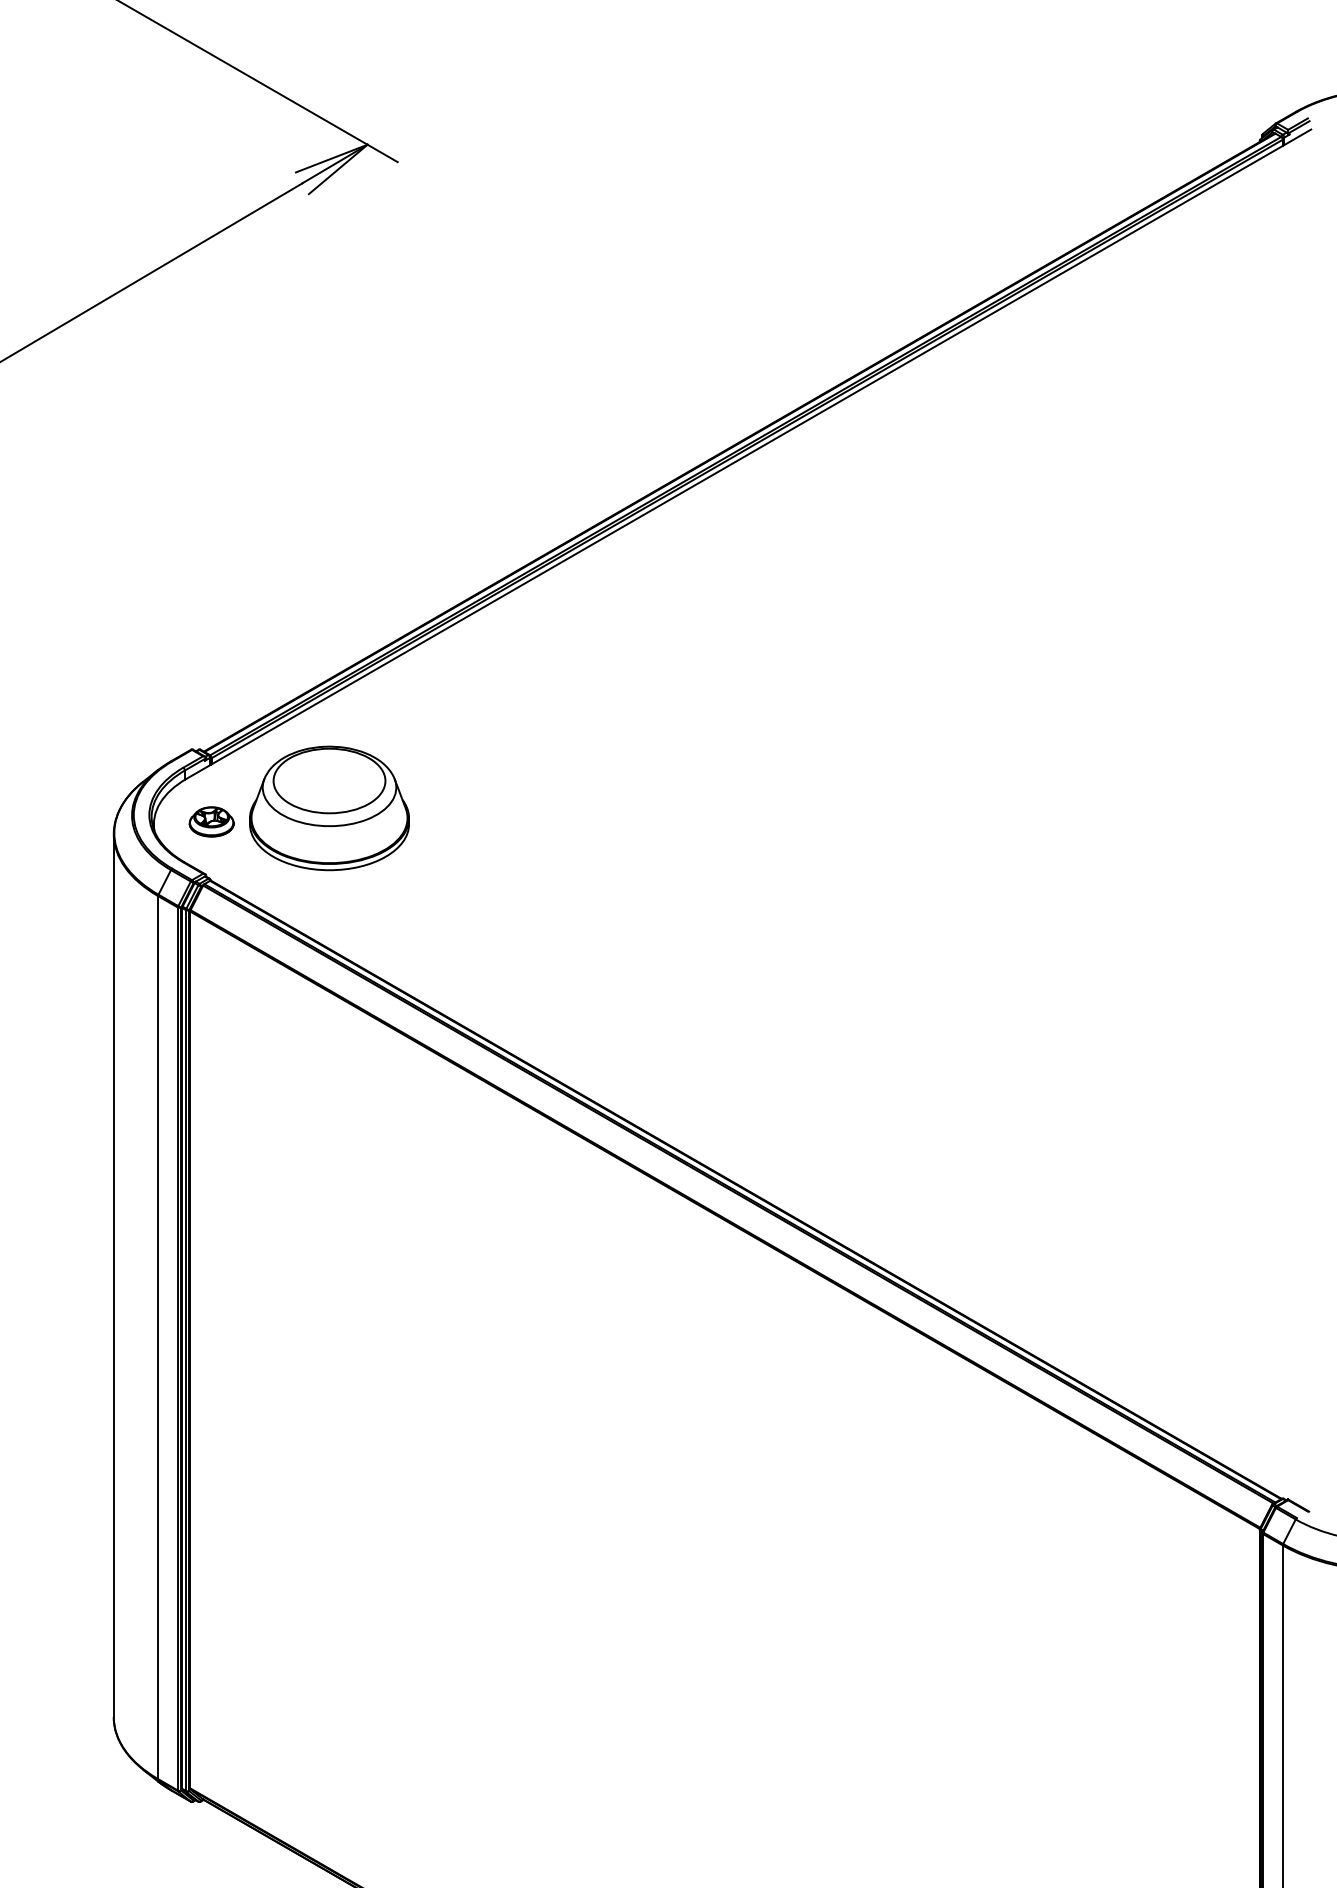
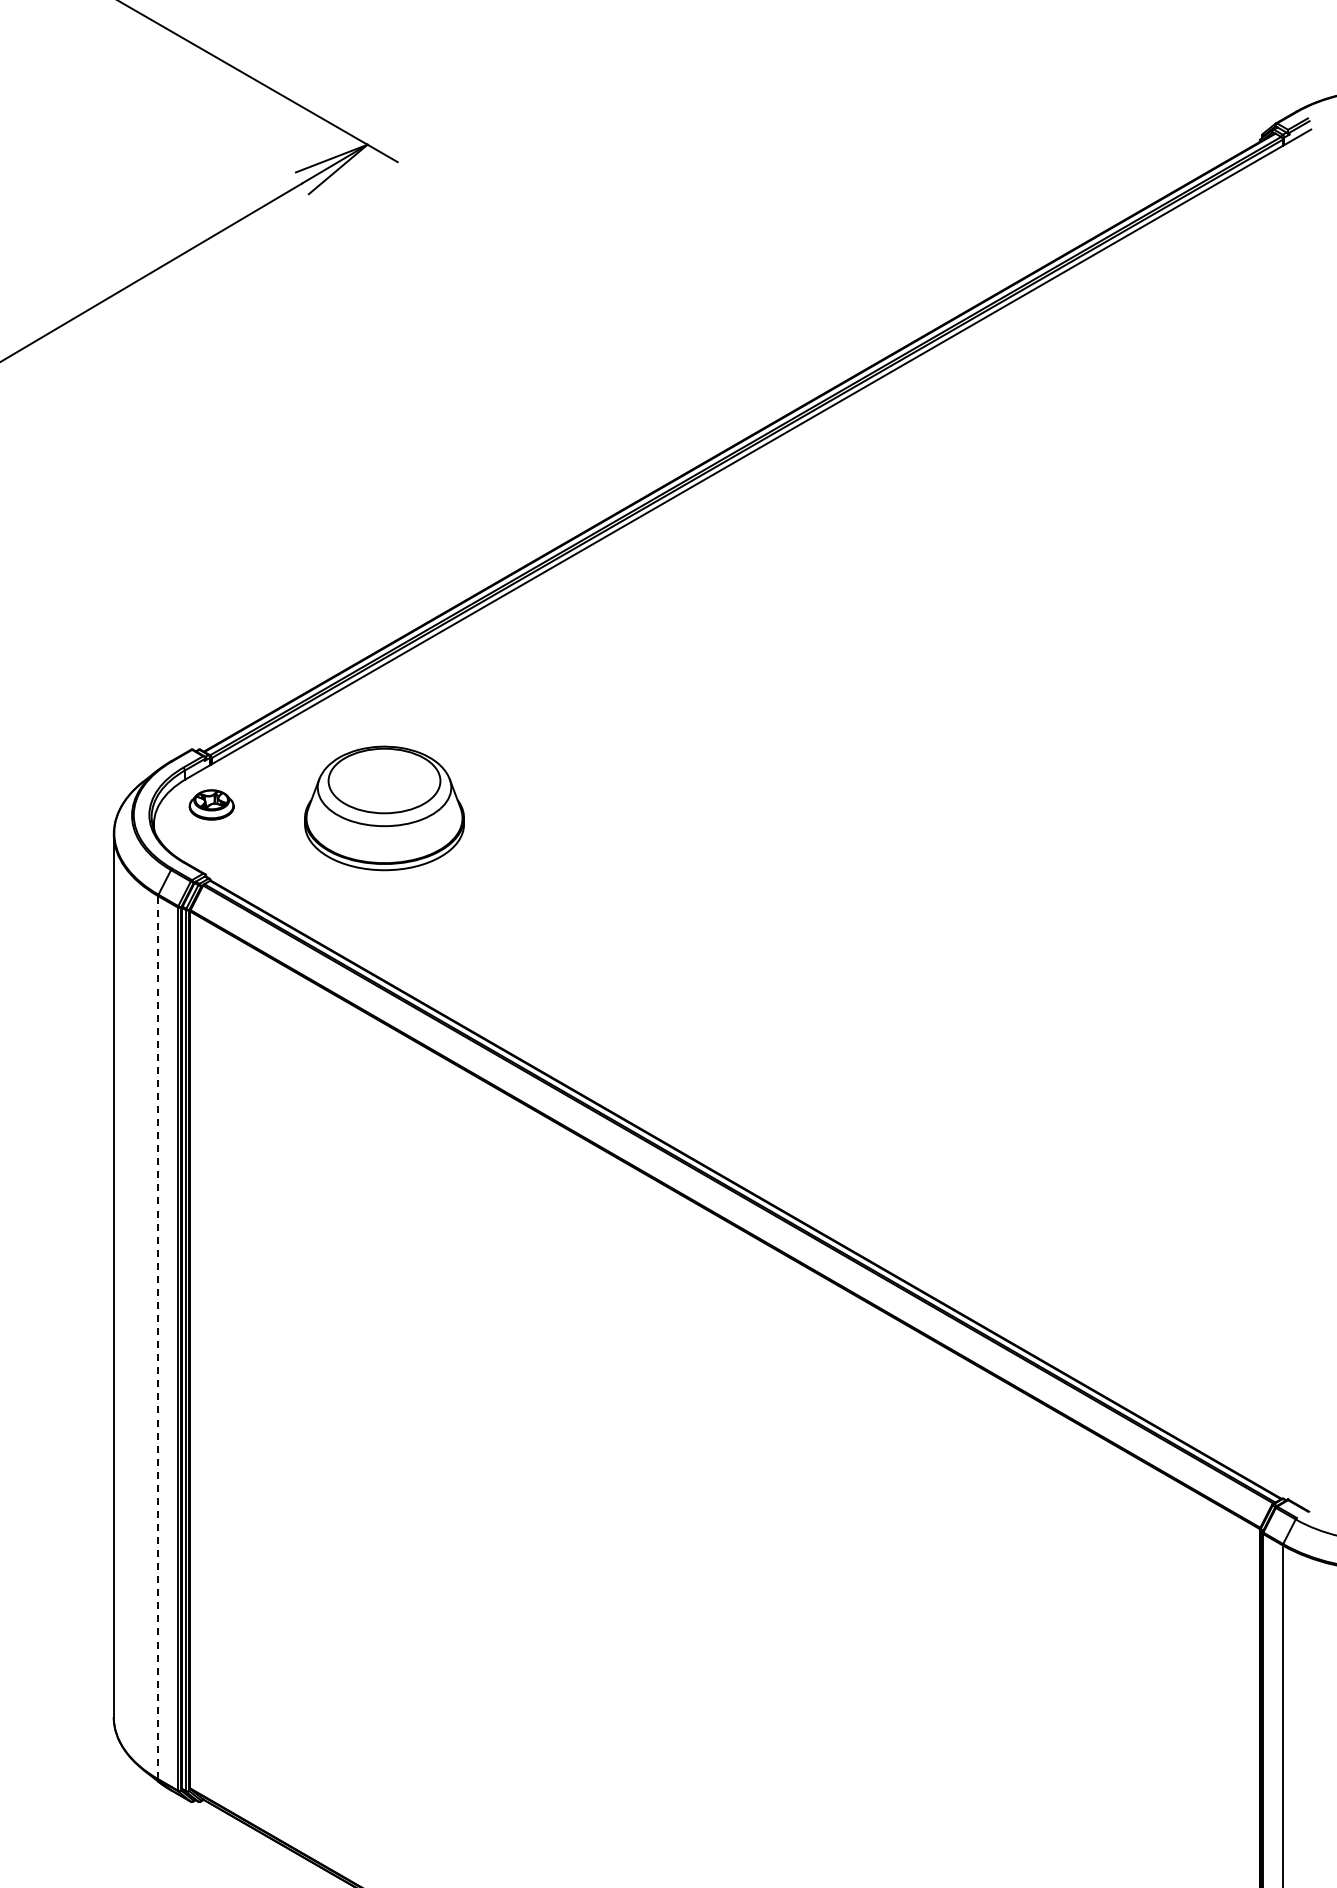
part at (329, 808) position: (329, 808) -> (384, 808)
part at (211, 821) position: (211, 821) -> (211, 804)
line at (158, 1337): solid -> dashed
